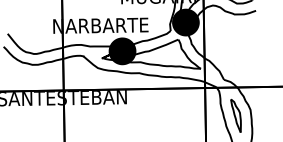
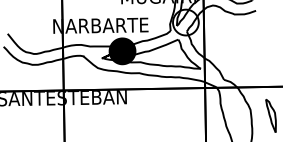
fill at (185, 22): present -> none
part at (235, 115) position: (235, 115) -> (270, 115)
